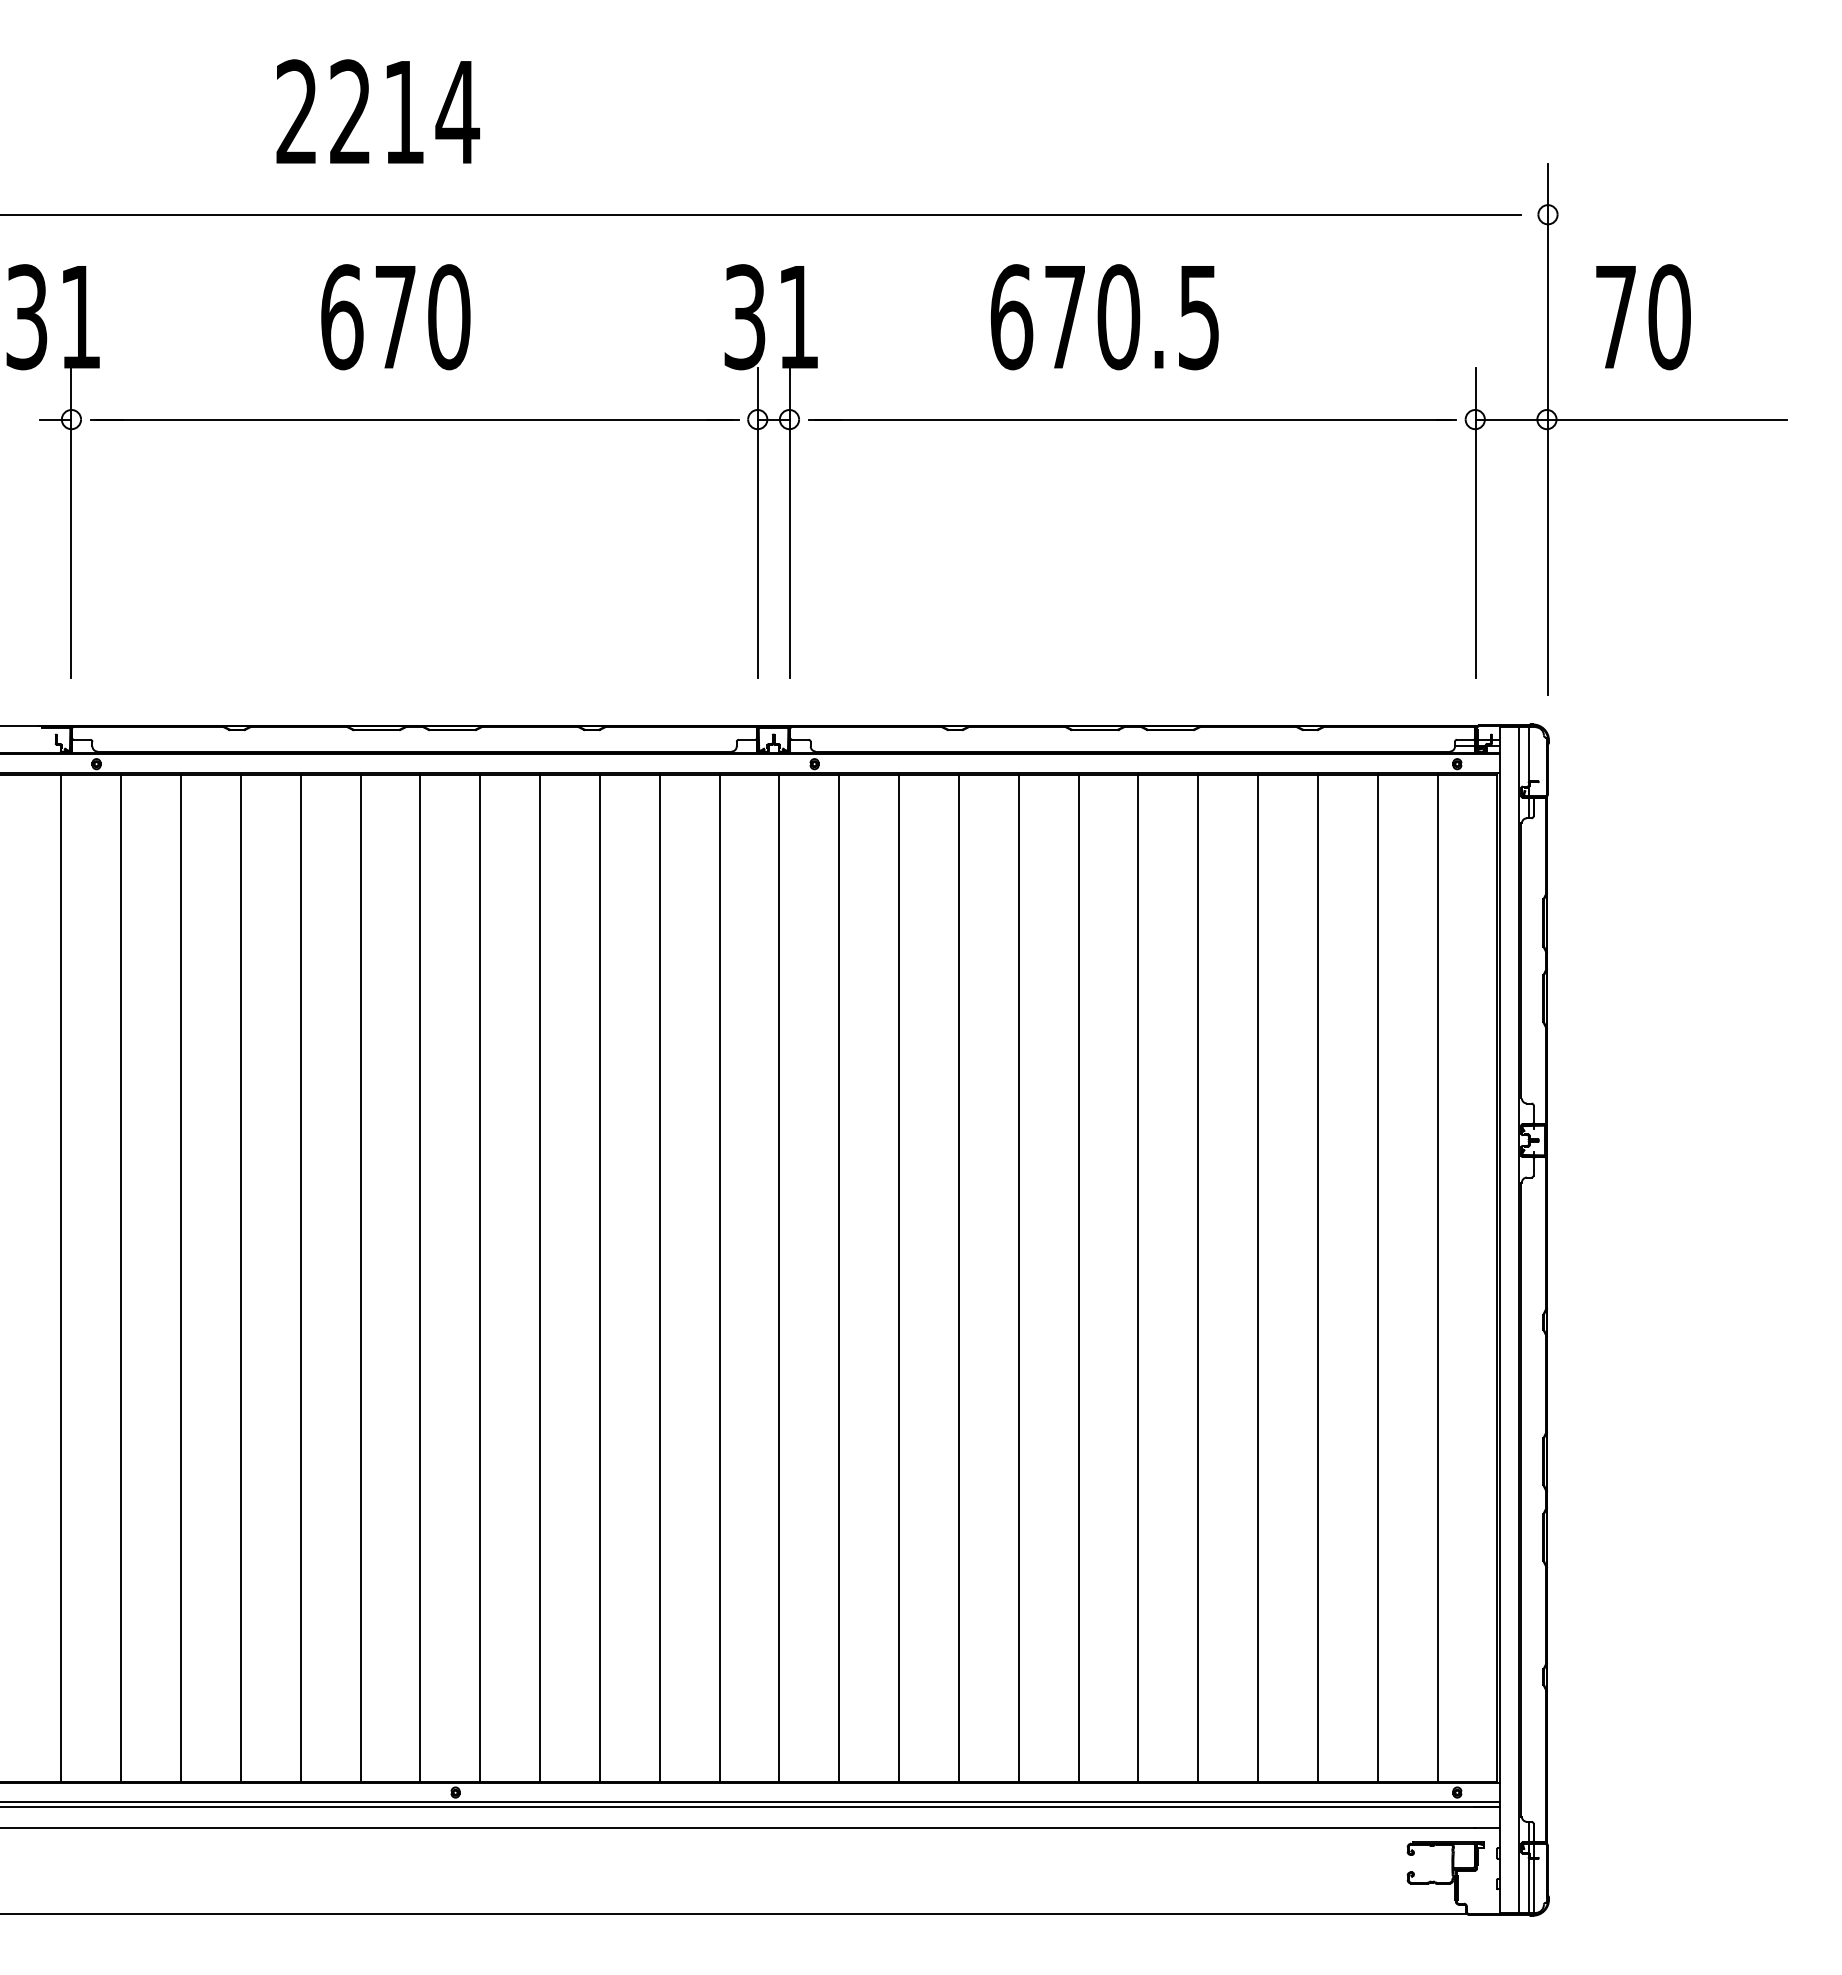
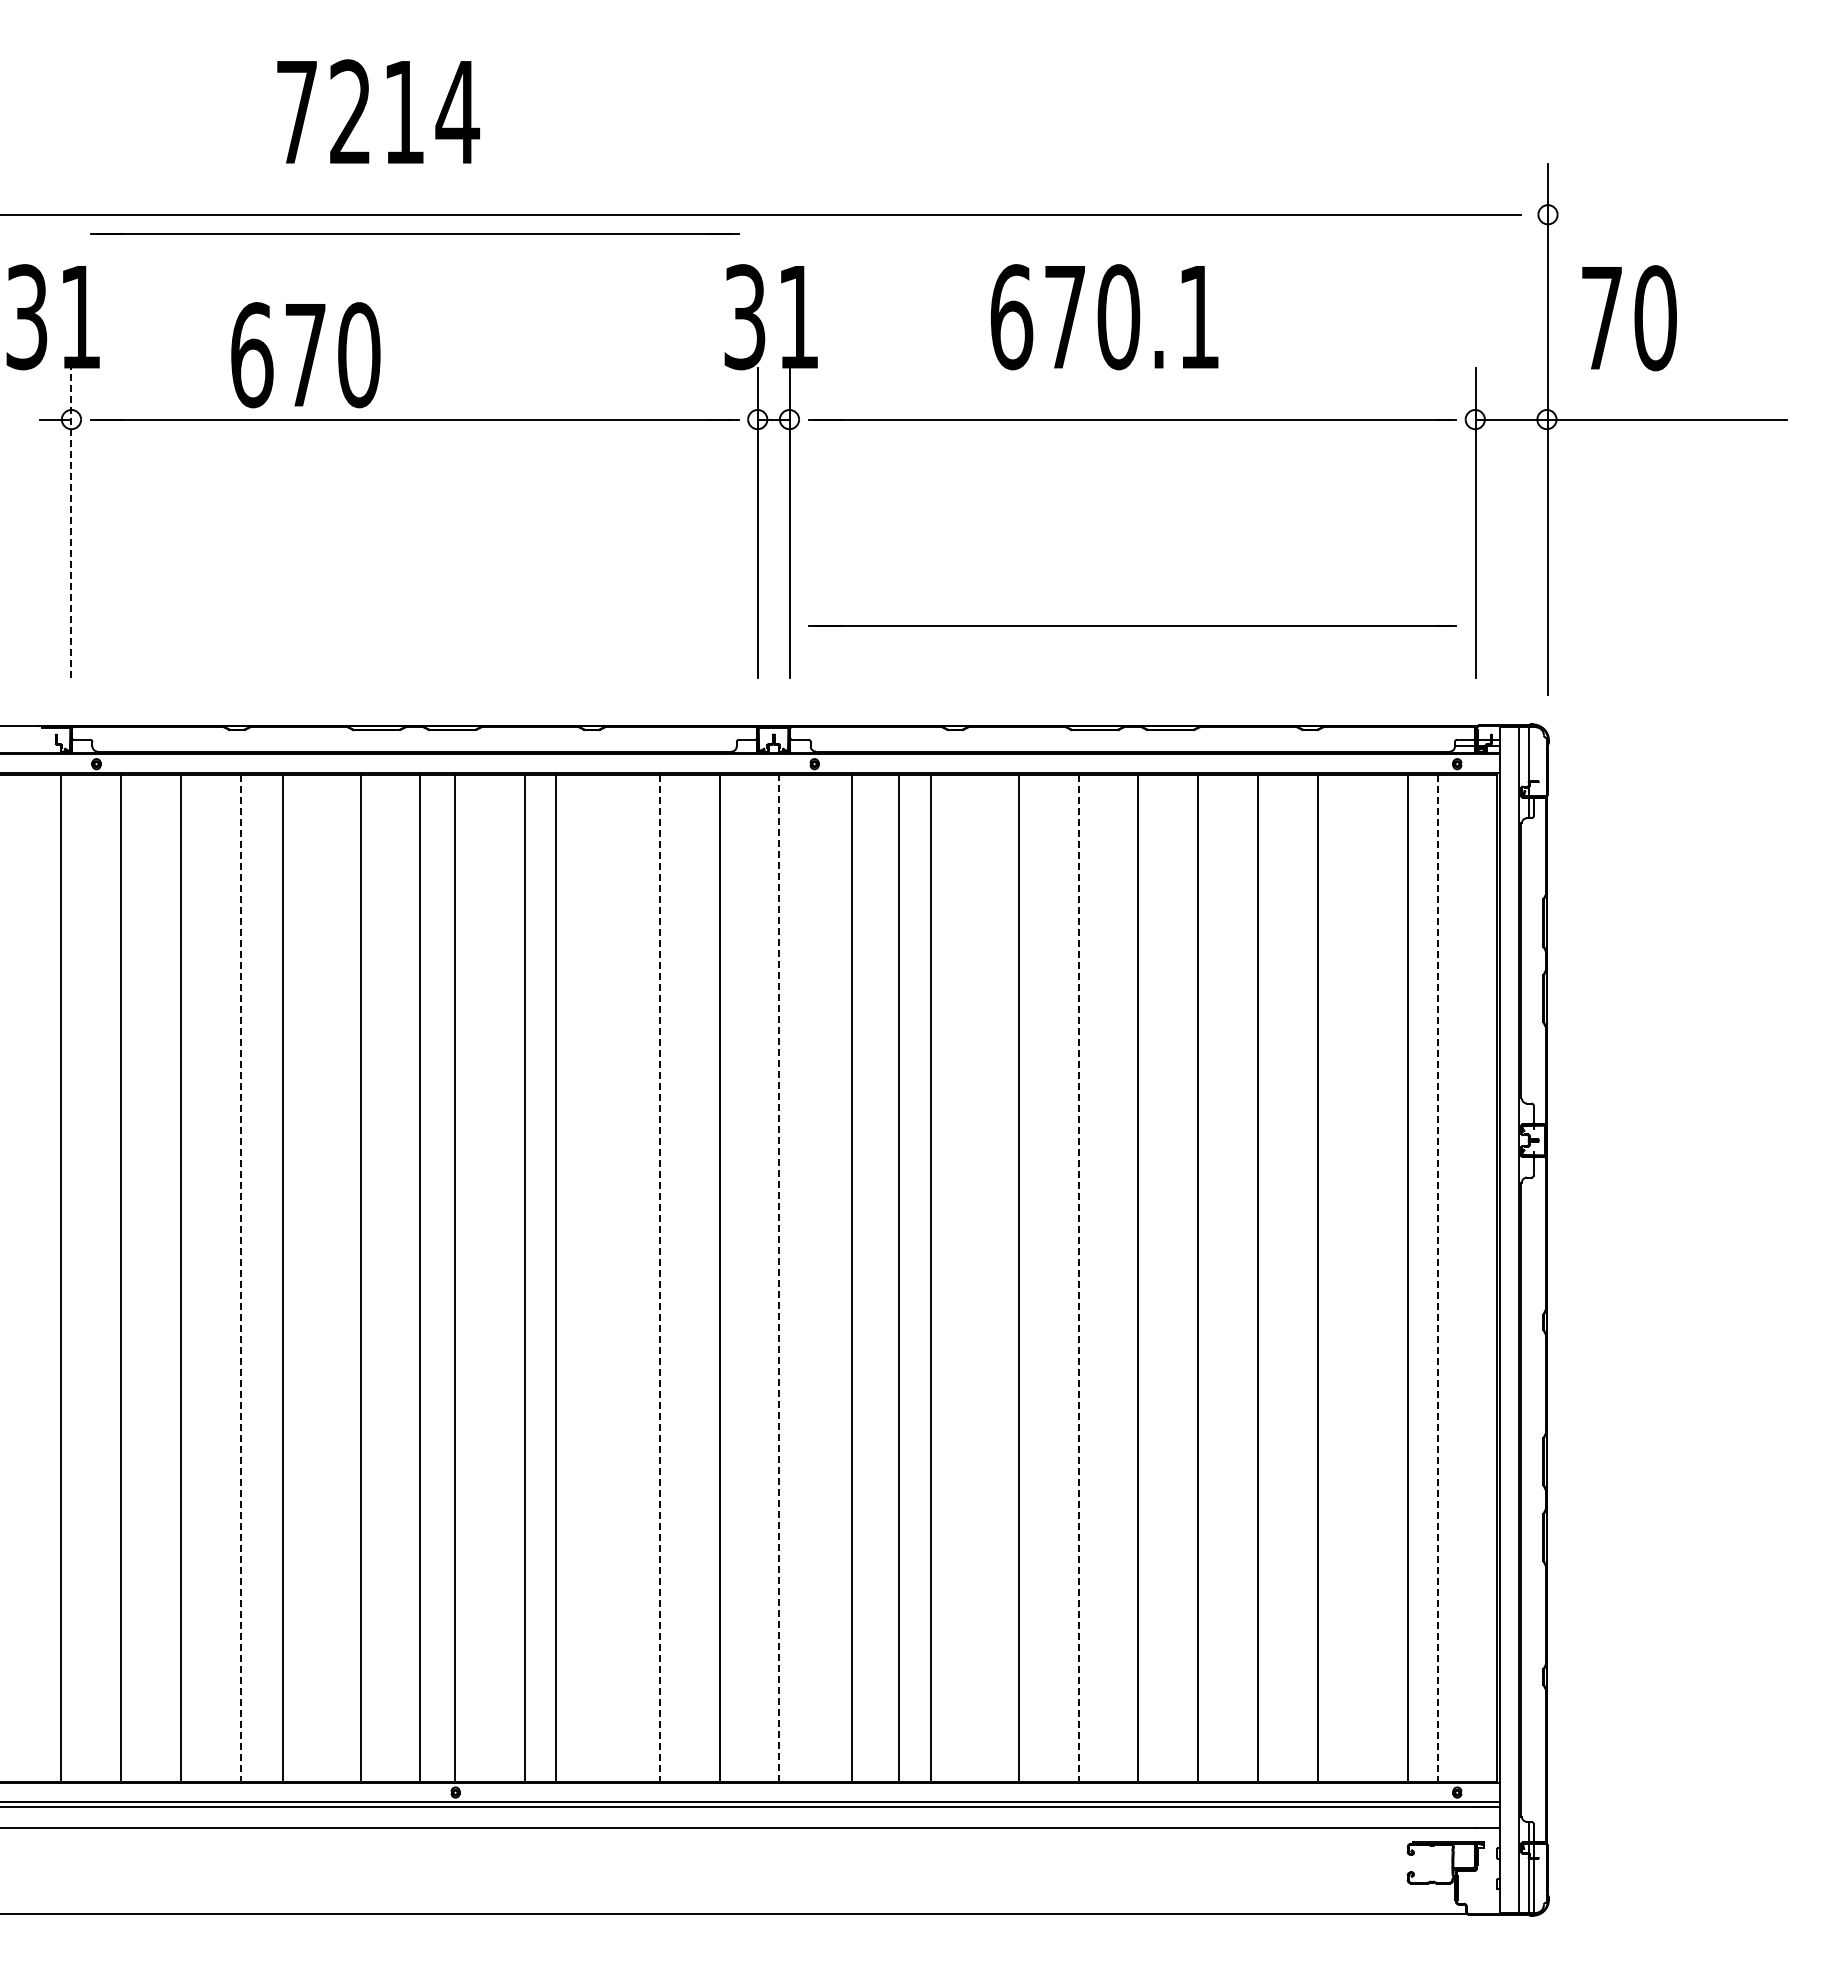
text at (296, 111): 2214 -> 7214
line at (414, 233): none -> present
text at (395, 317) position: (395, 317) -> (305, 355)
text at (1643, 317) position: (1643, 317) -> (1629, 318)
text at (1198, 318): 670.5 -> 670.1
line at (71, 523): solid -> dashed
line at (1132, 625): none -> present
line at (240, 1278): solid -> dashed
line at (300, 1278) position: (300, 1278) -> (282, 1278)
line at (479, 1278) position: (479, 1278) -> (454, 1278)
line at (539, 1278) position: (539, 1278) -> (524, 1278)
line at (599, 1278) position: (599, 1278) -> (555, 1278)
line at (659, 1278): solid -> dashed
line at (778, 1278): solid -> dashed
line at (838, 1278) position: (838, 1278) -> (851, 1278)
line at (958, 1278) position: (958, 1278) -> (930, 1278)
line at (1078, 1278): solid -> dashed
line at (1377, 1278) position: (1377, 1278) -> (1407, 1278)
line at (1437, 1278): solid -> dashed
